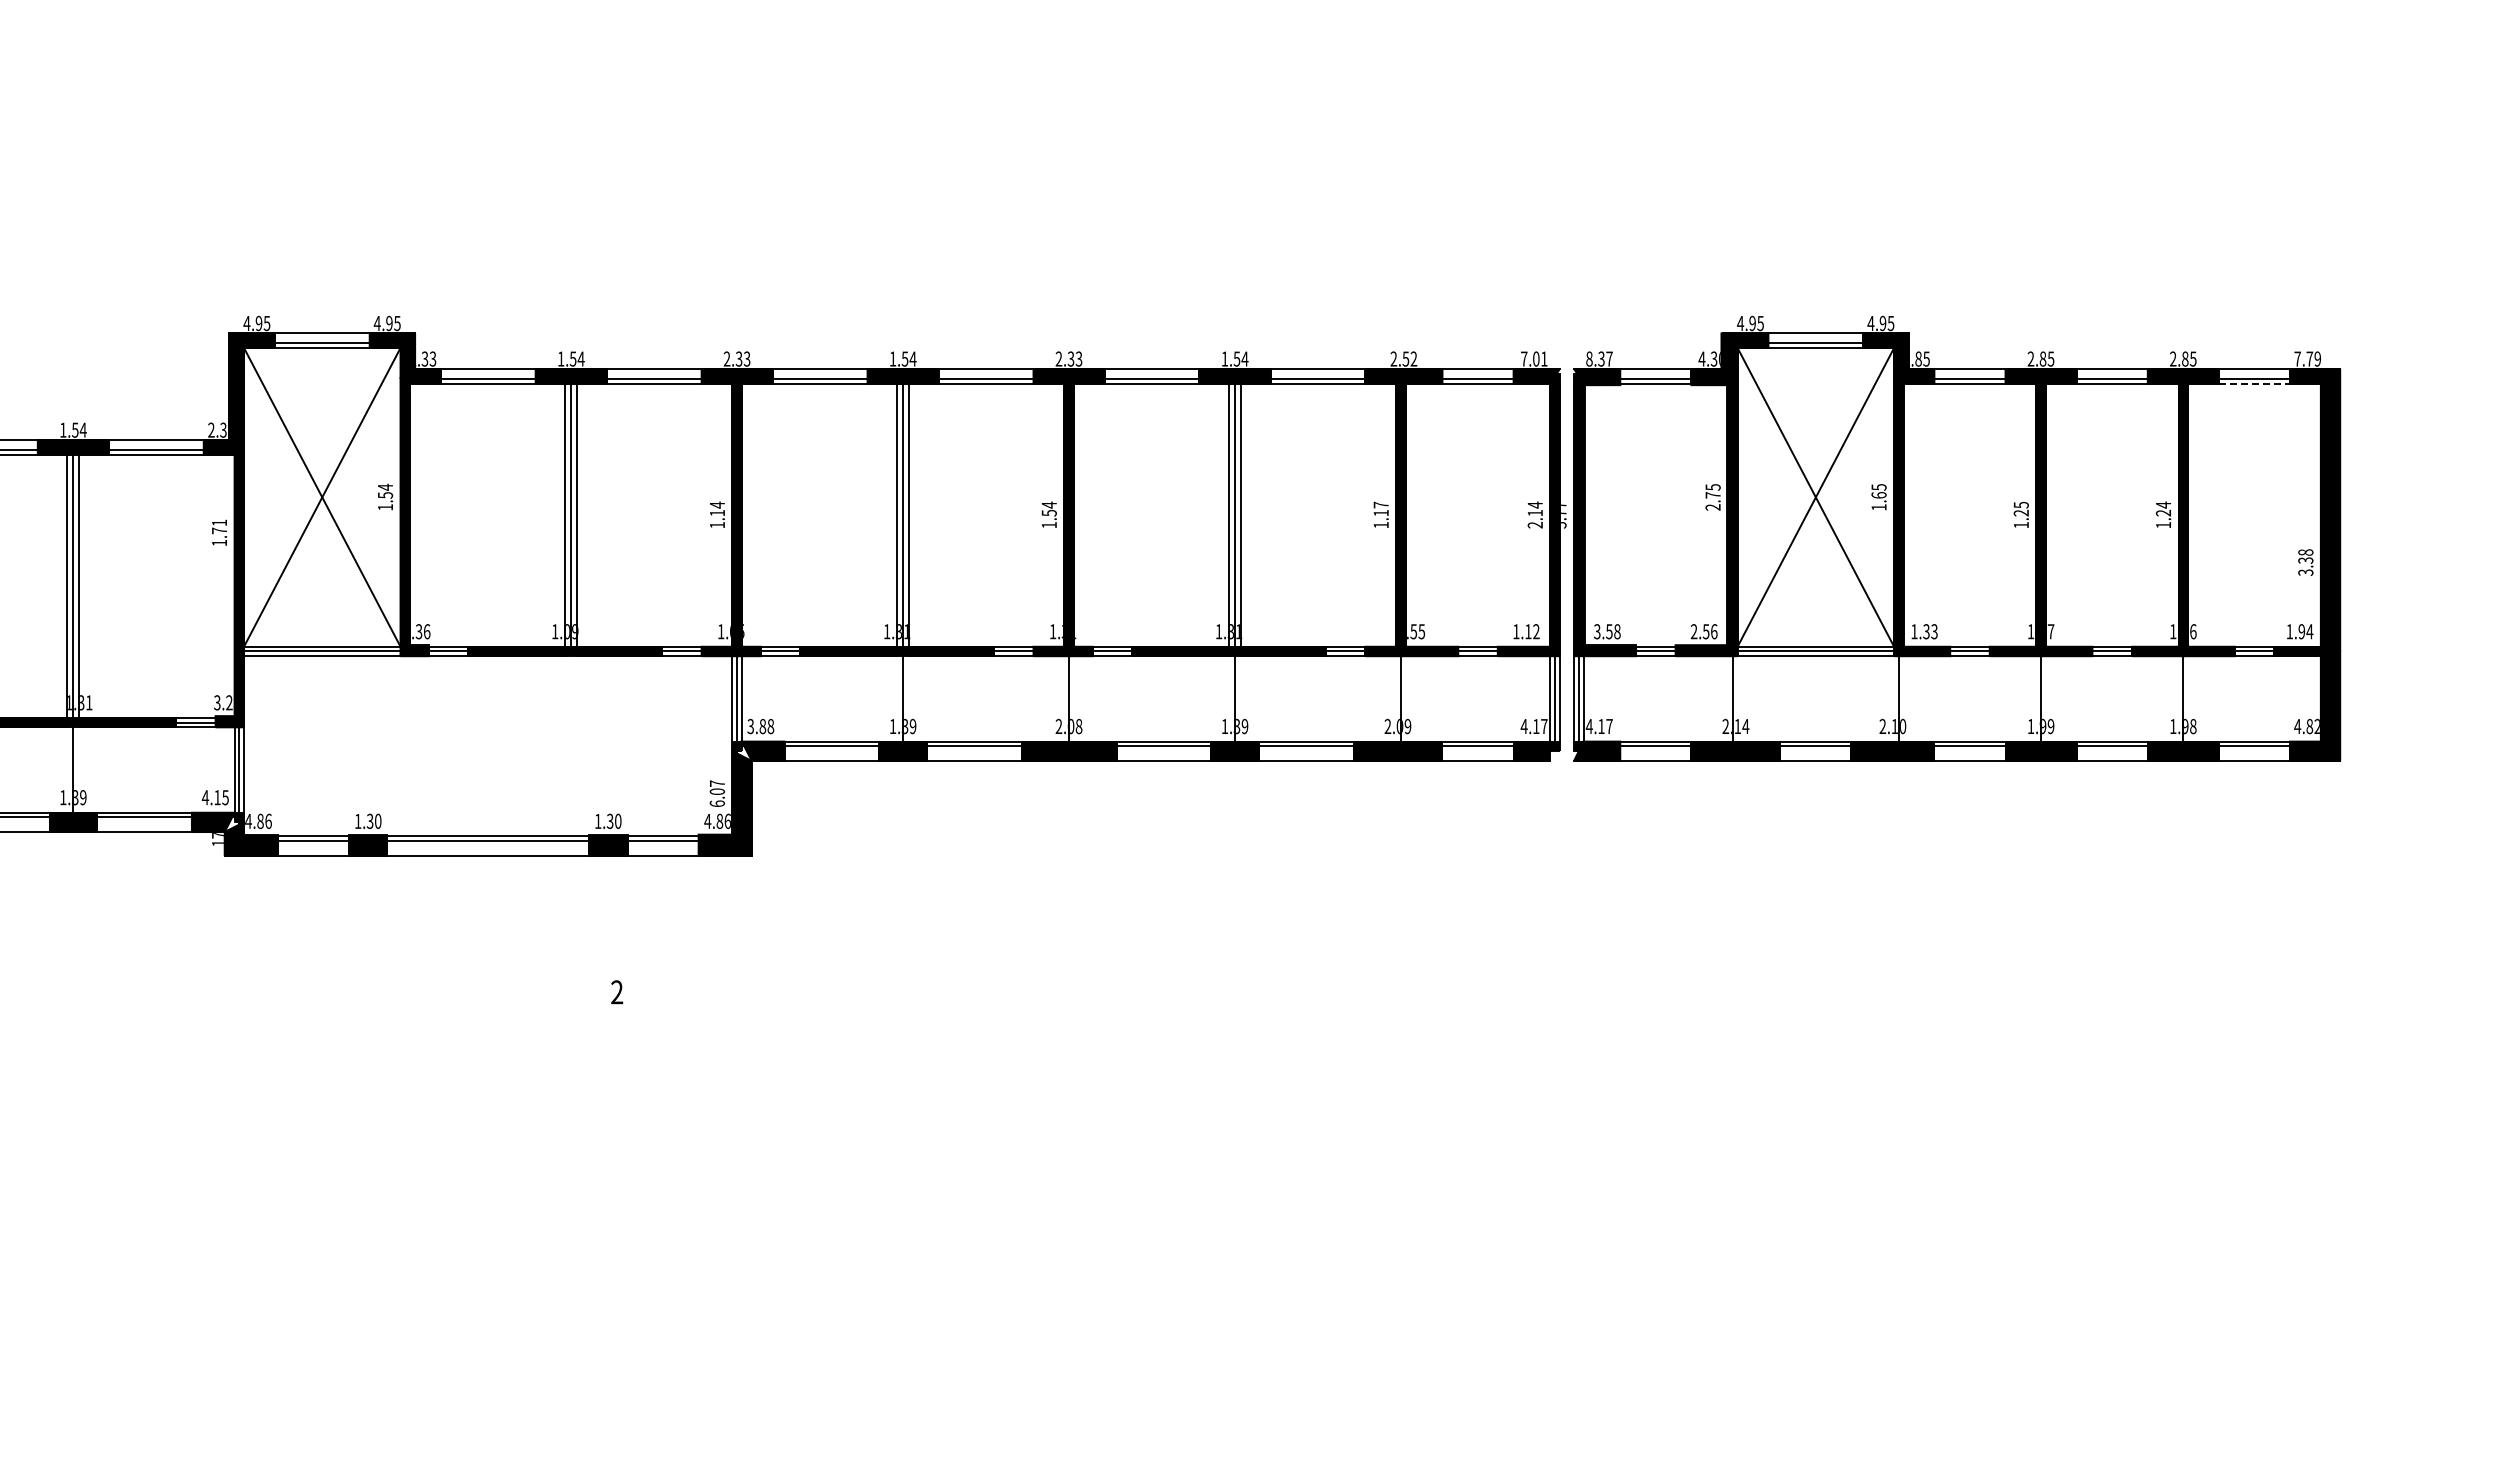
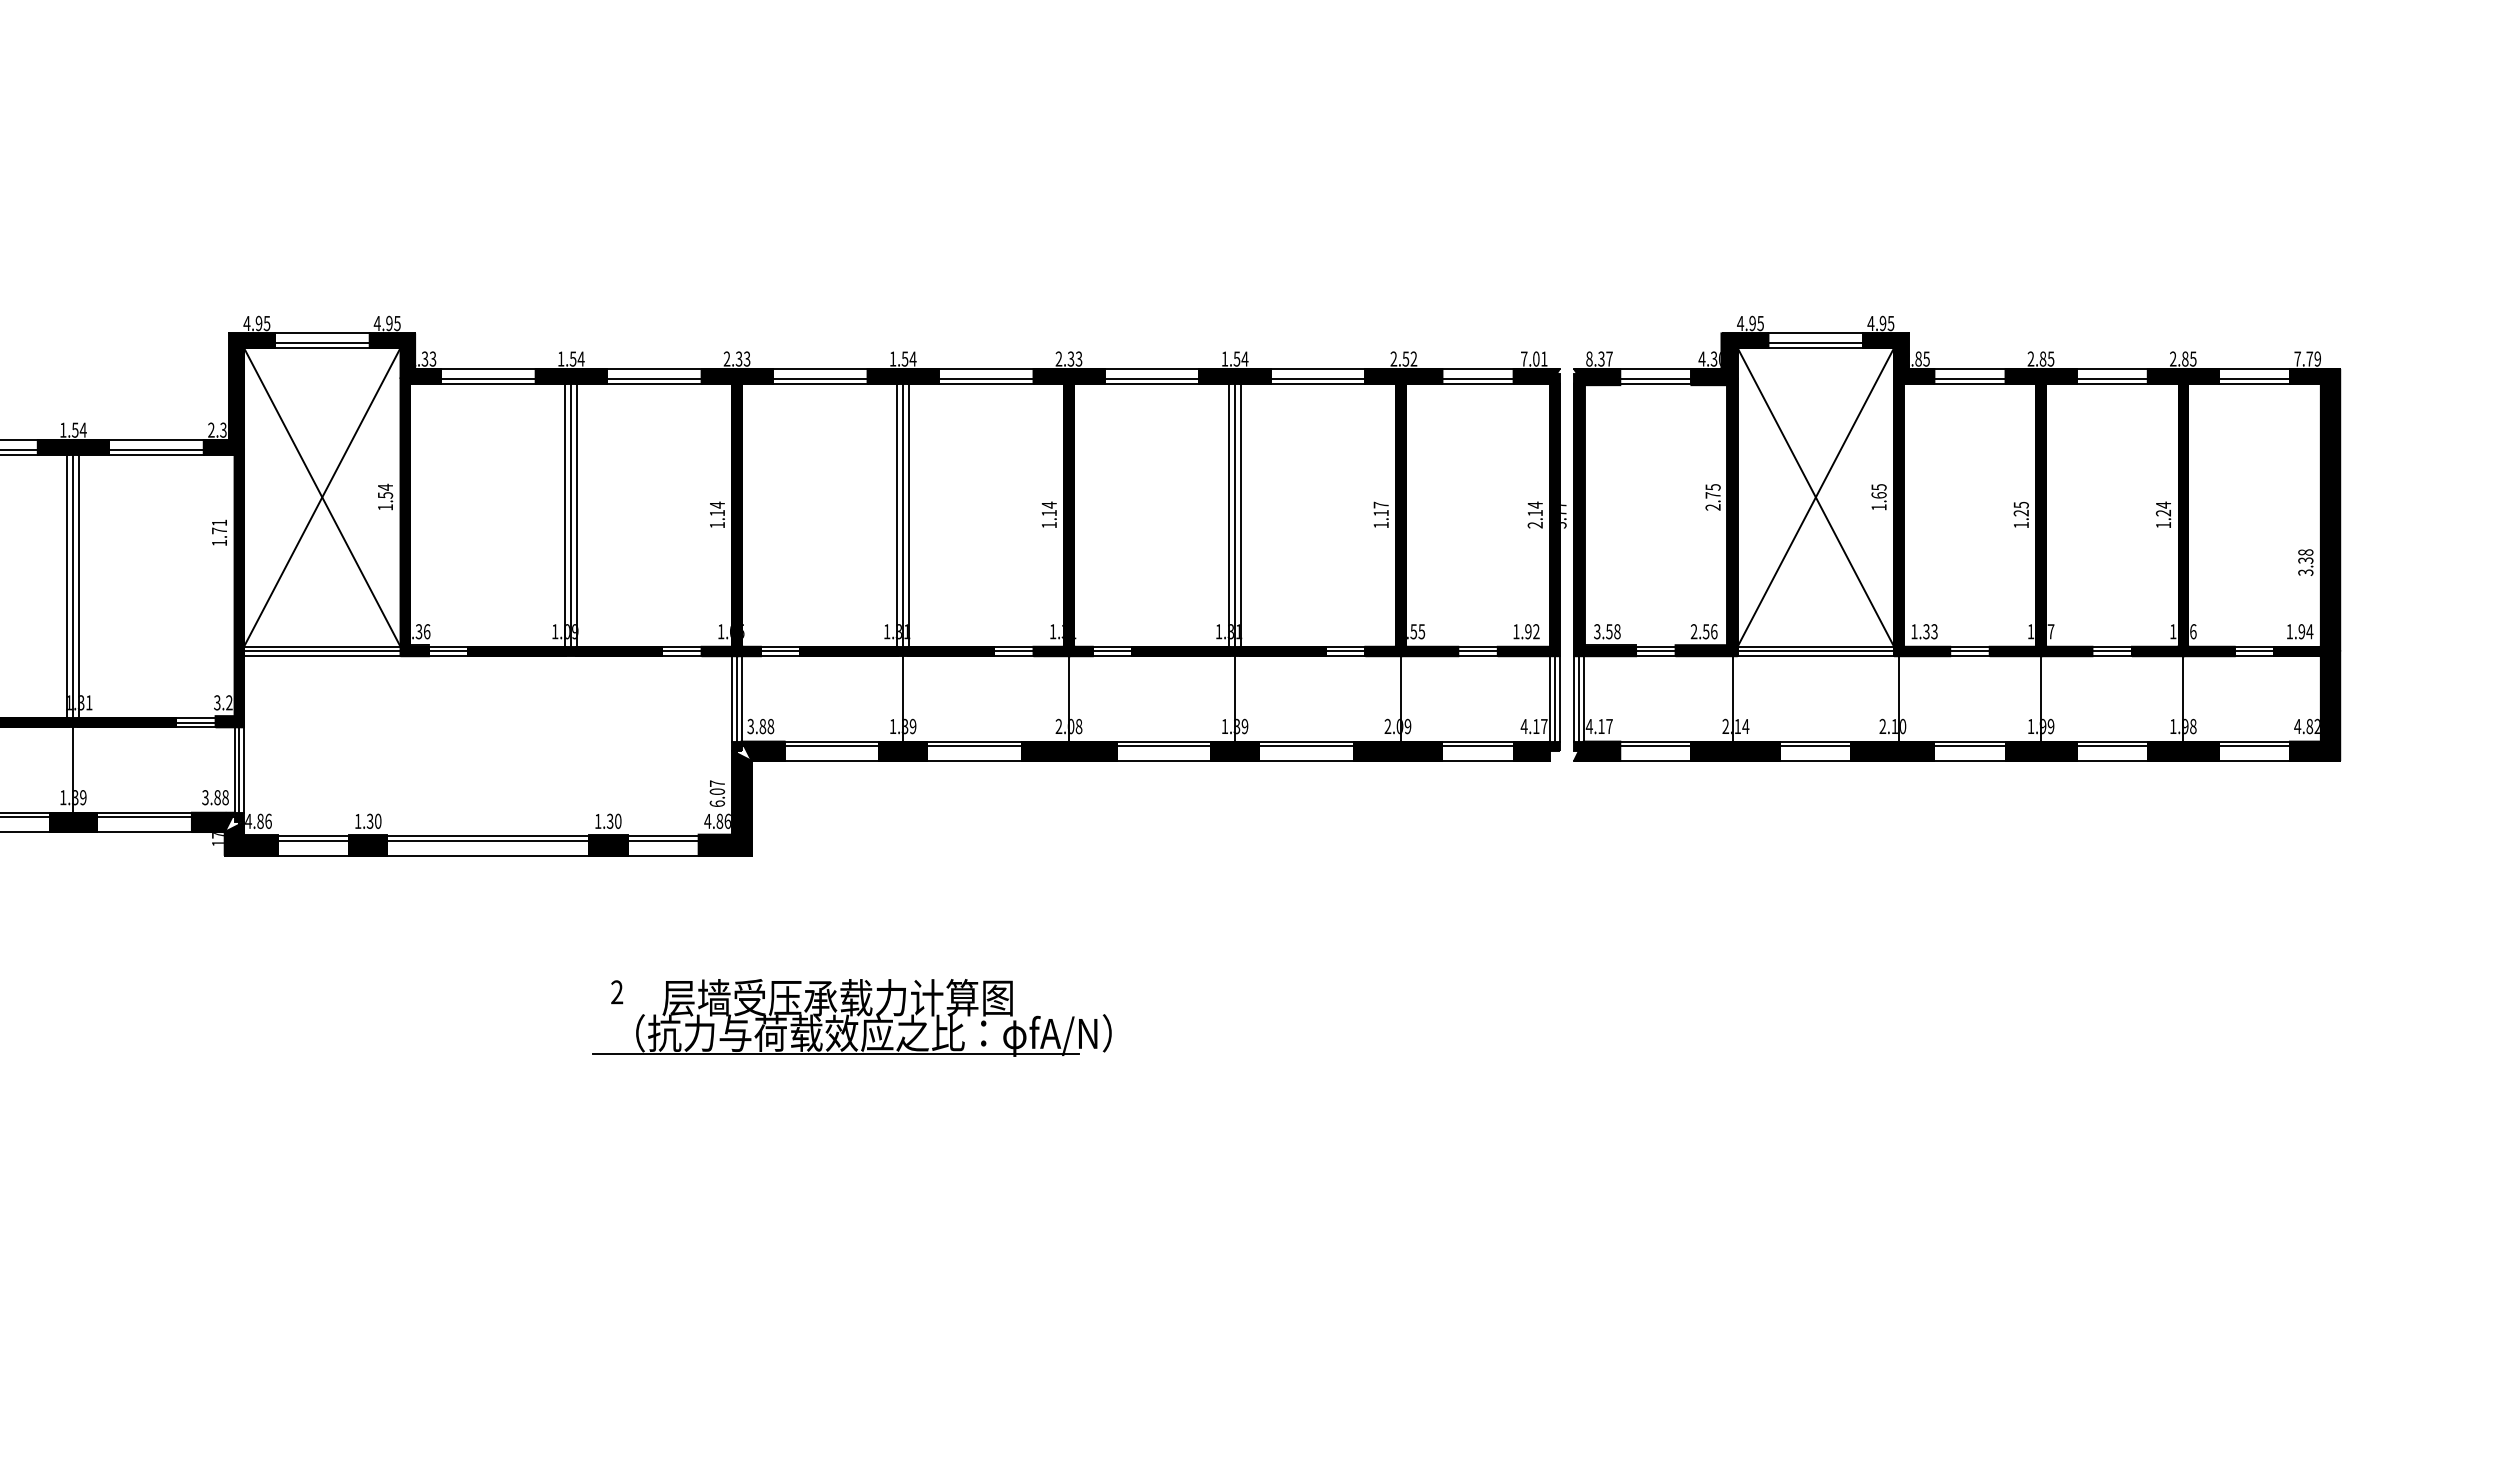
line at (2254, 383): dashed -> solid
text at (1048, 513): 1.54 -> 1.14
text at (1528, 631): 1.12 -> 1.92
text at (214, 797): 4.15 -> 3.88
part at (851, 1017): none -> present
